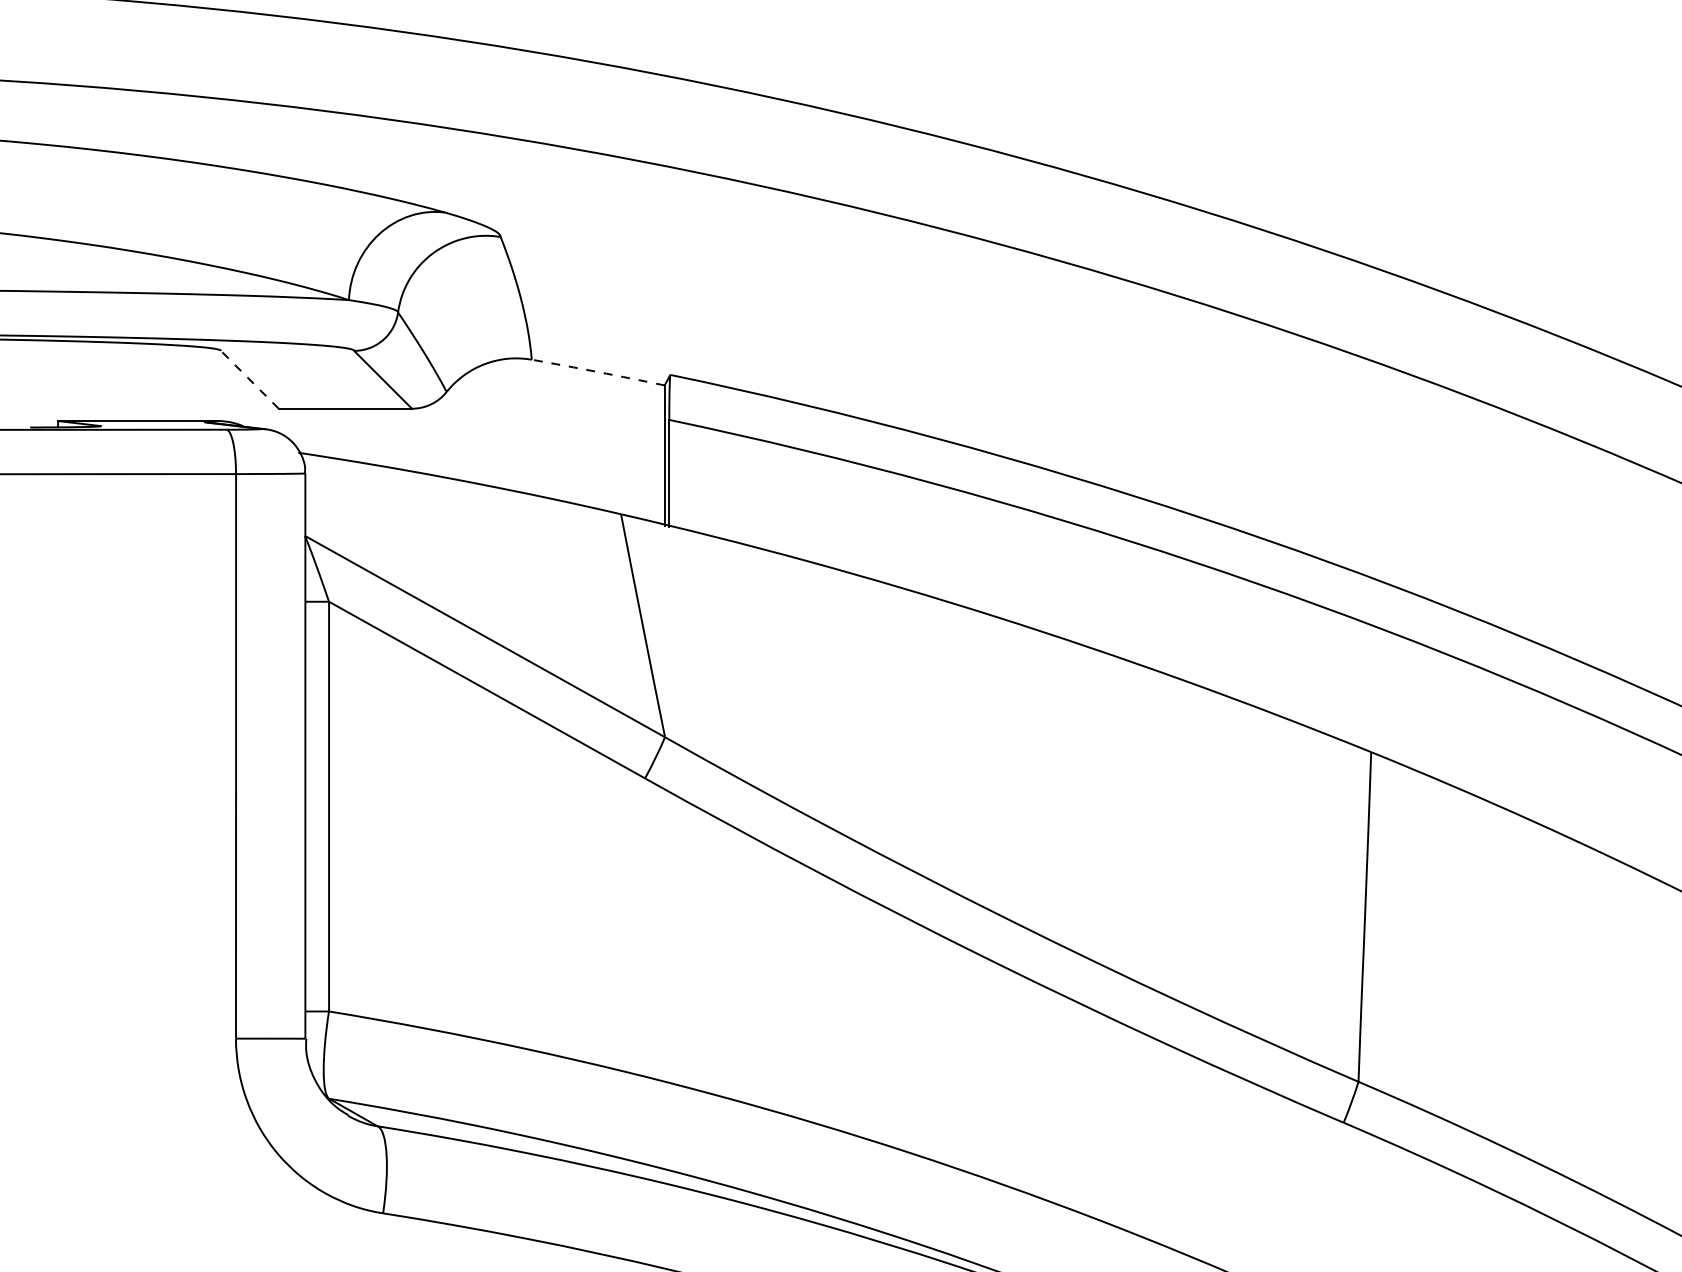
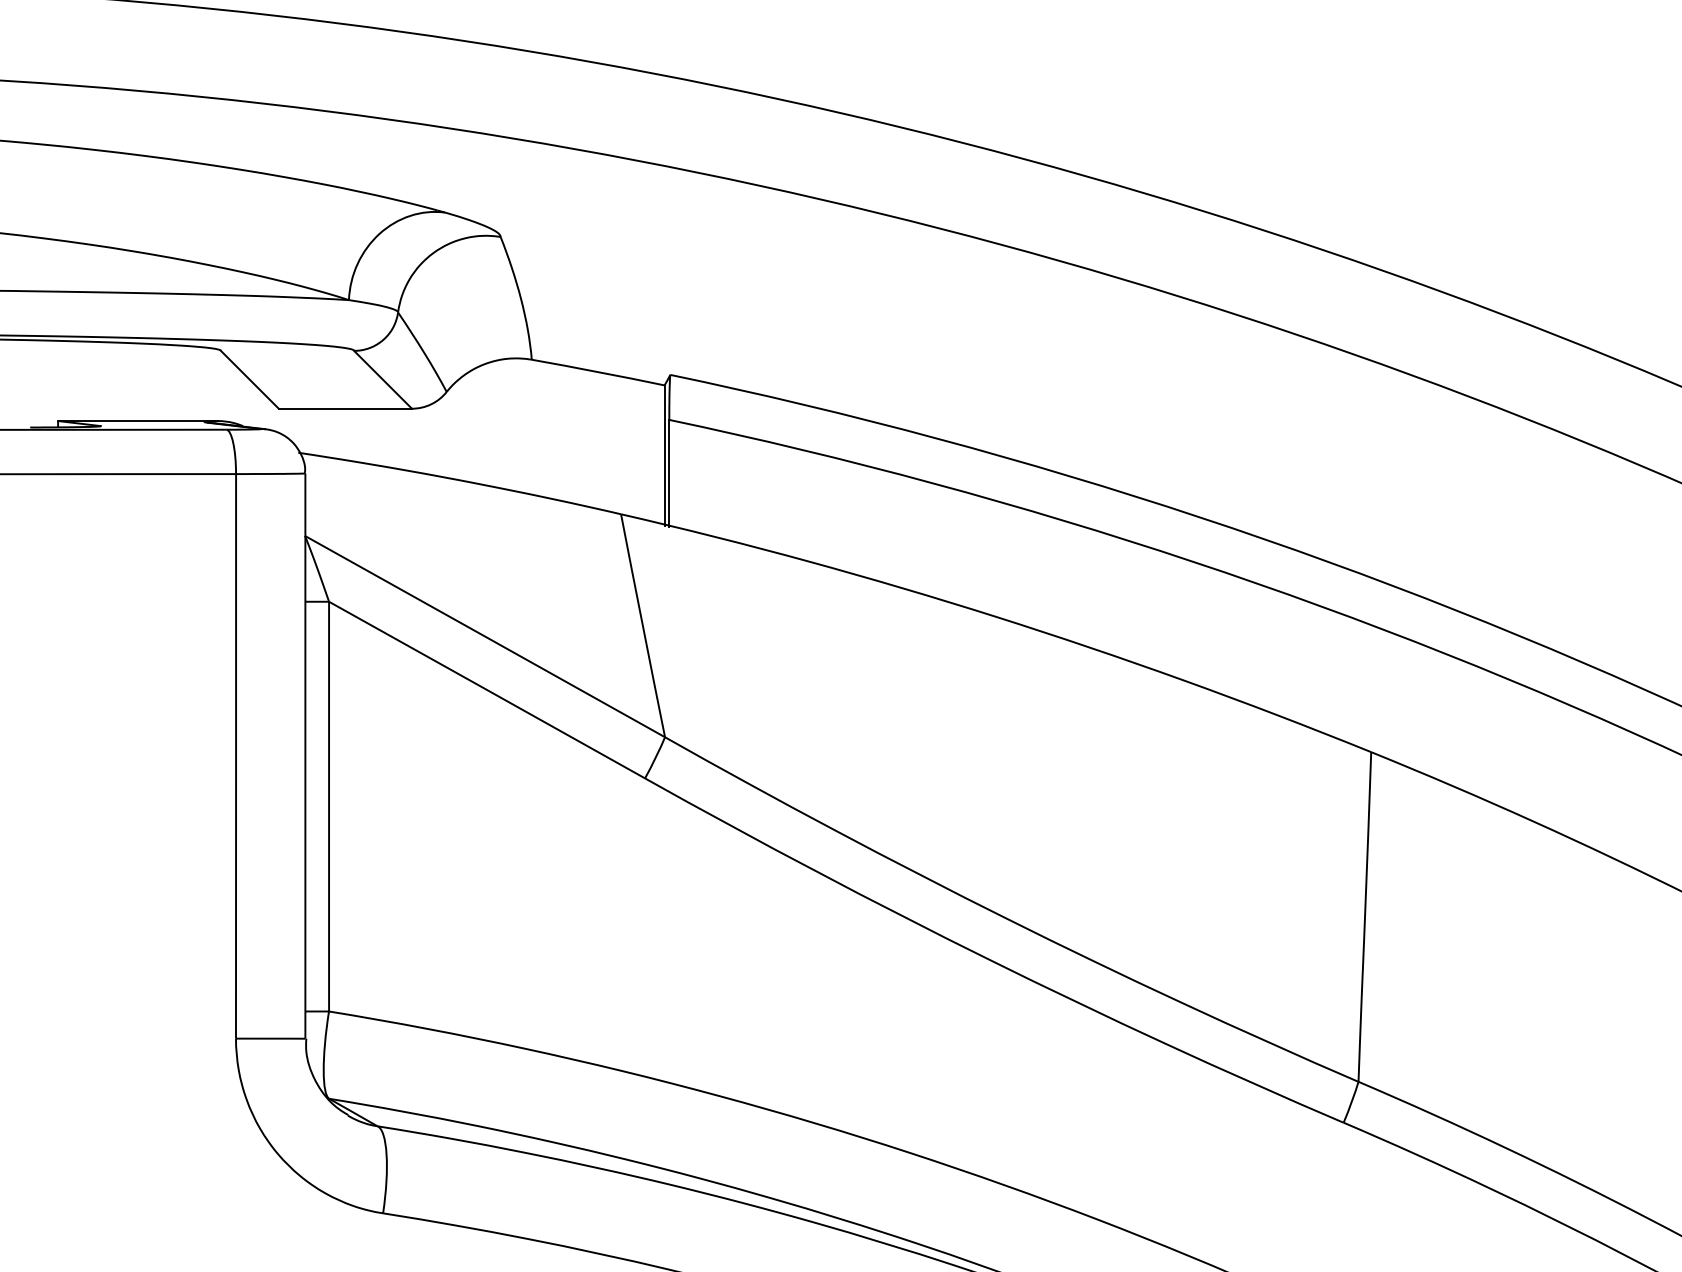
arc at (598, 372): dashed -> solid
line at (249, 379): dashed -> solid
